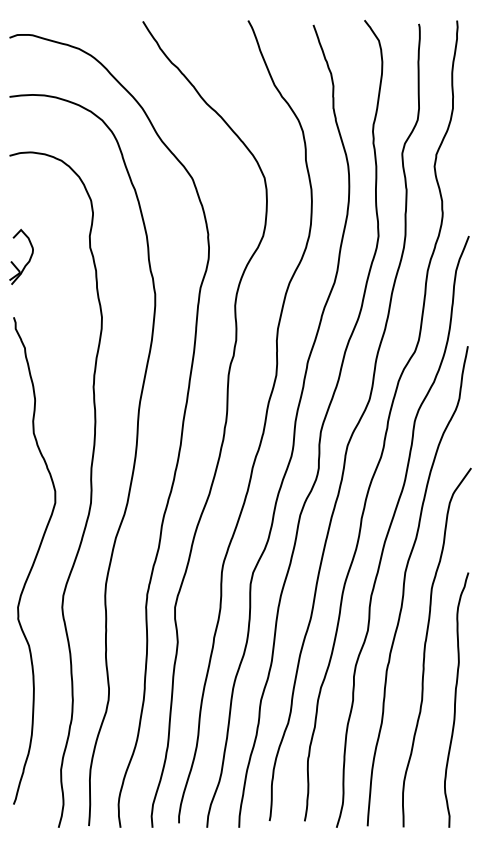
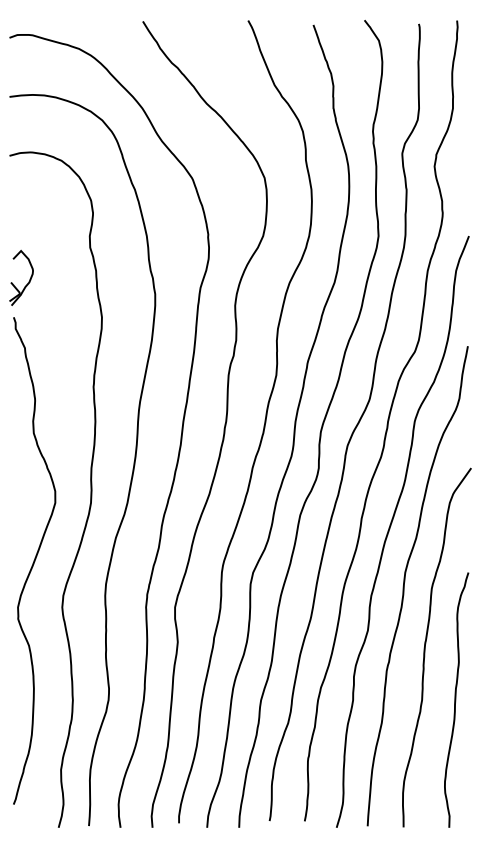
part at (28, 260) position: (28, 260) -> (28, 281)
